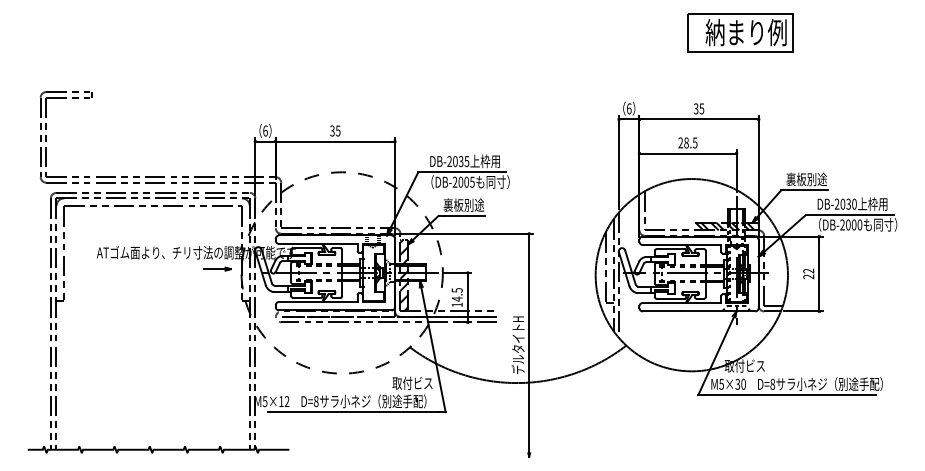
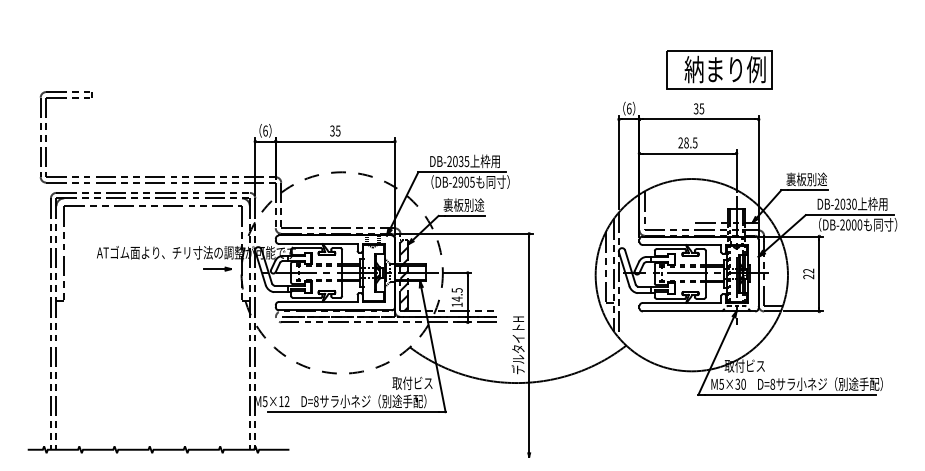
part at (740, 32) position: (740, 32) -> (719, 69)
text at (460, 182): DB-2005 -> DB-2905
hatch at (726, 226): present -> none
